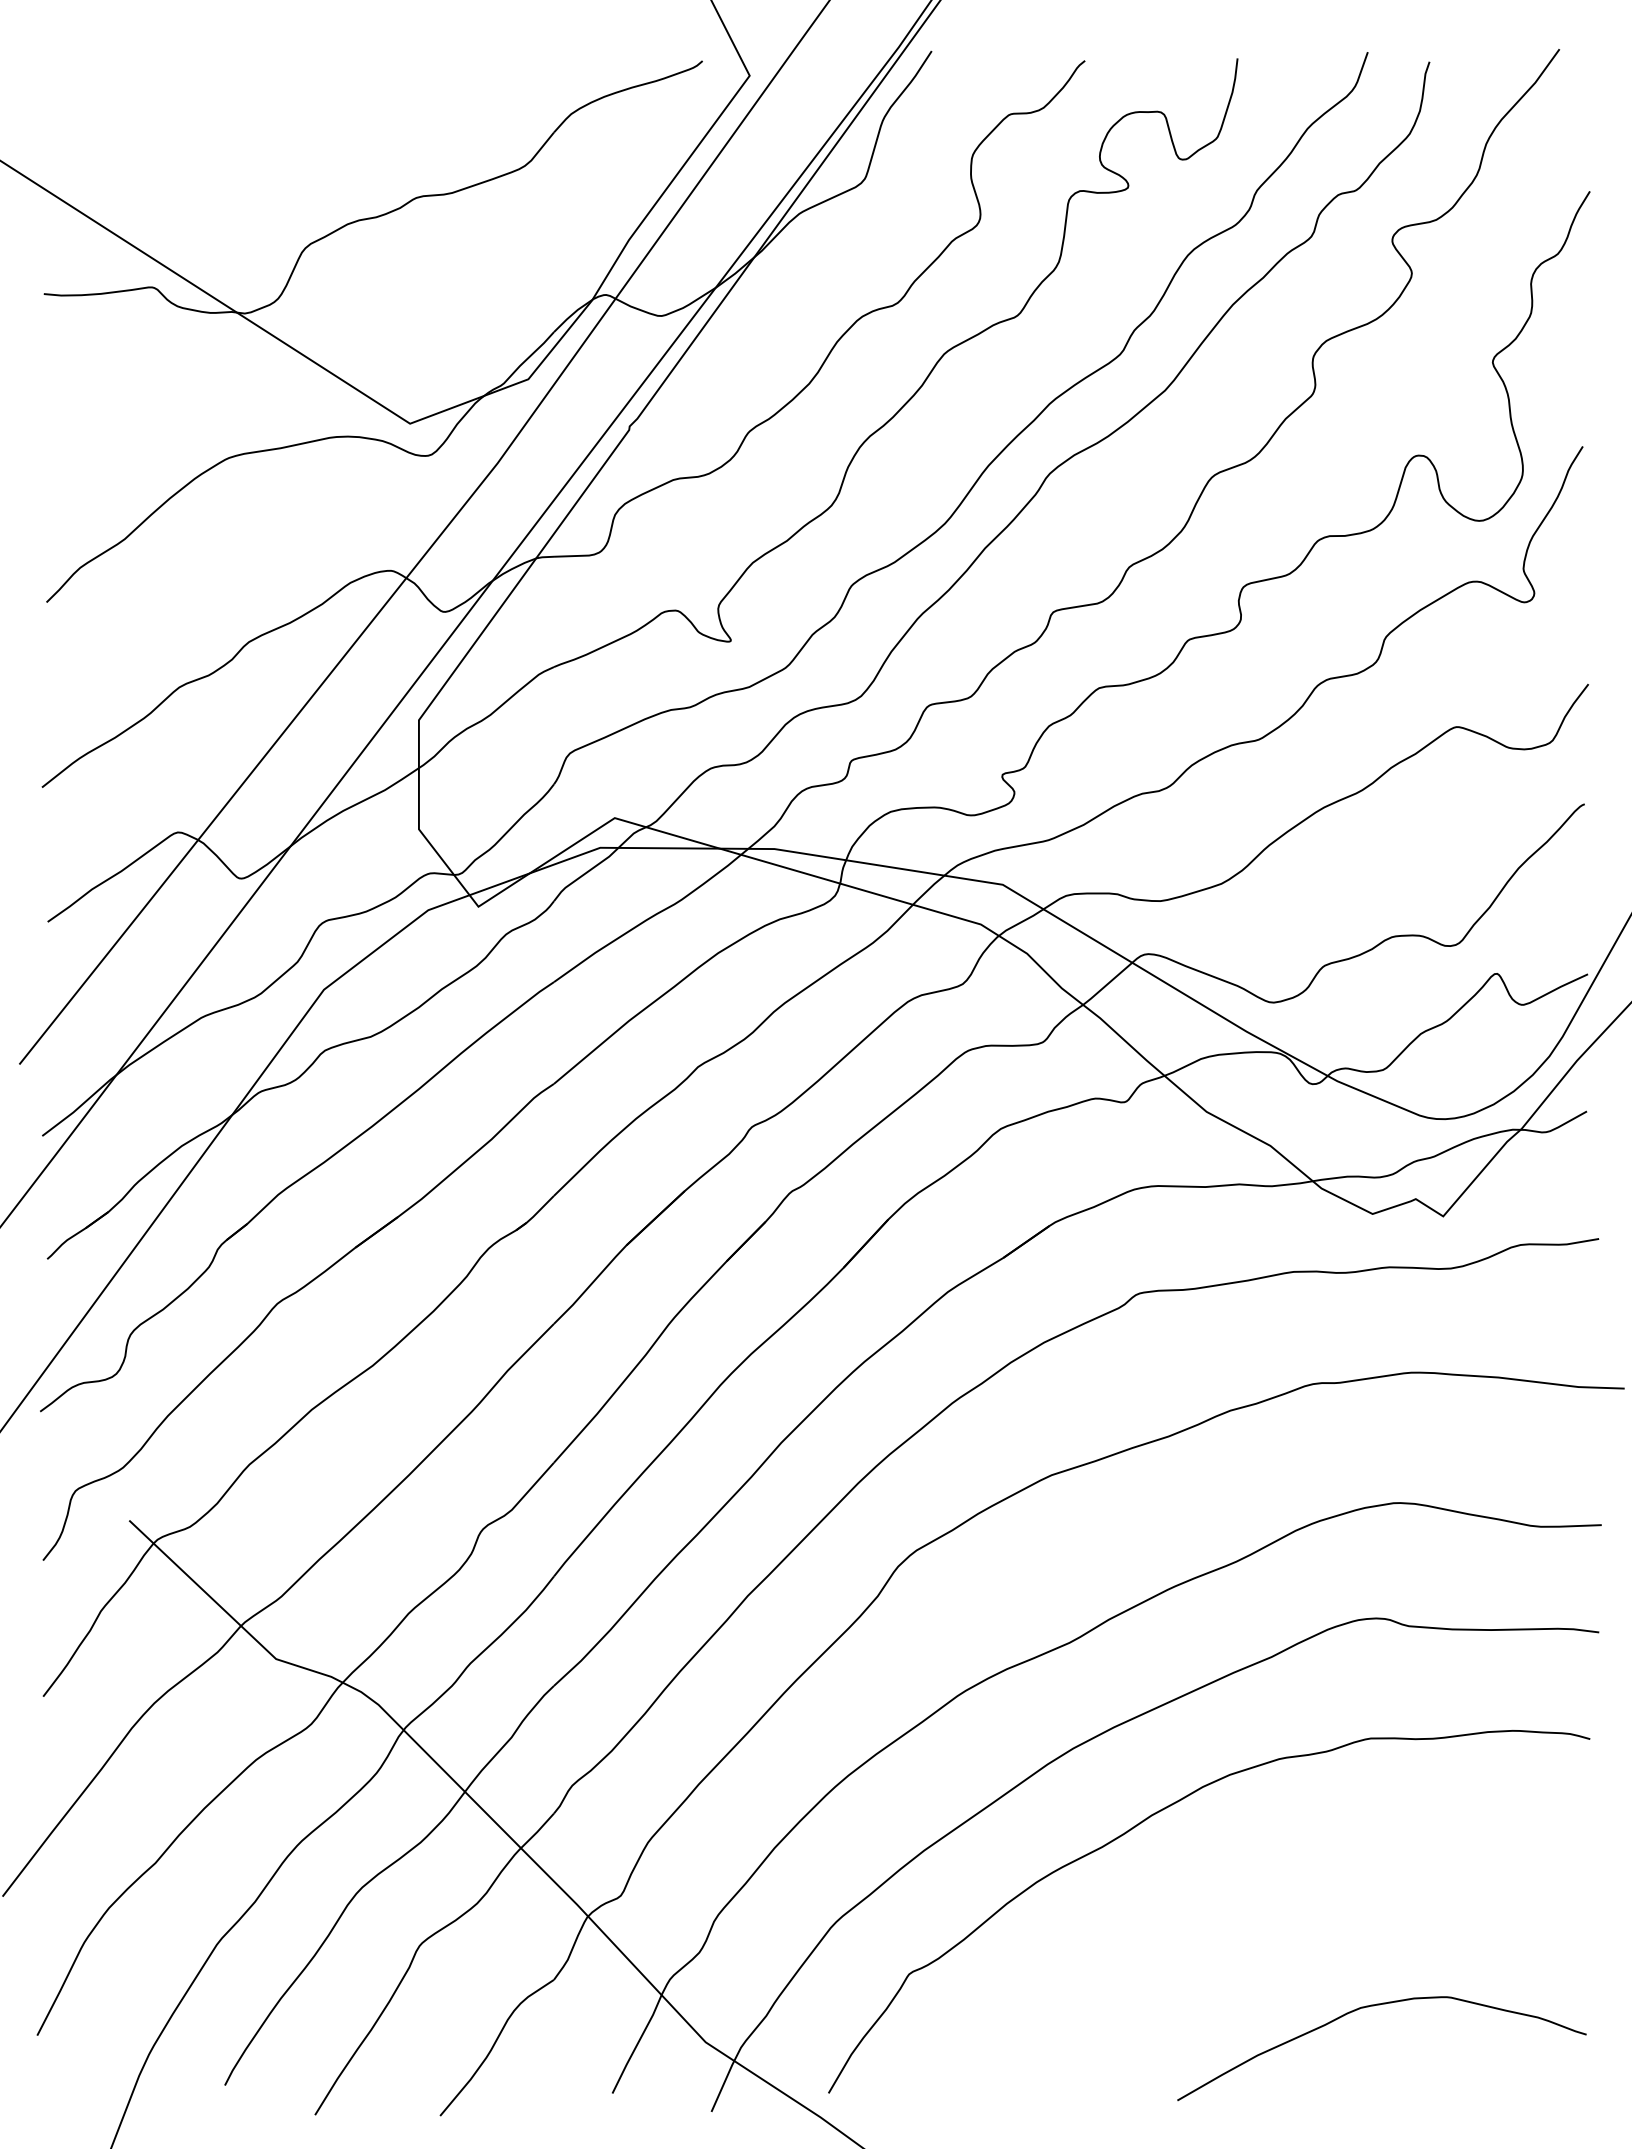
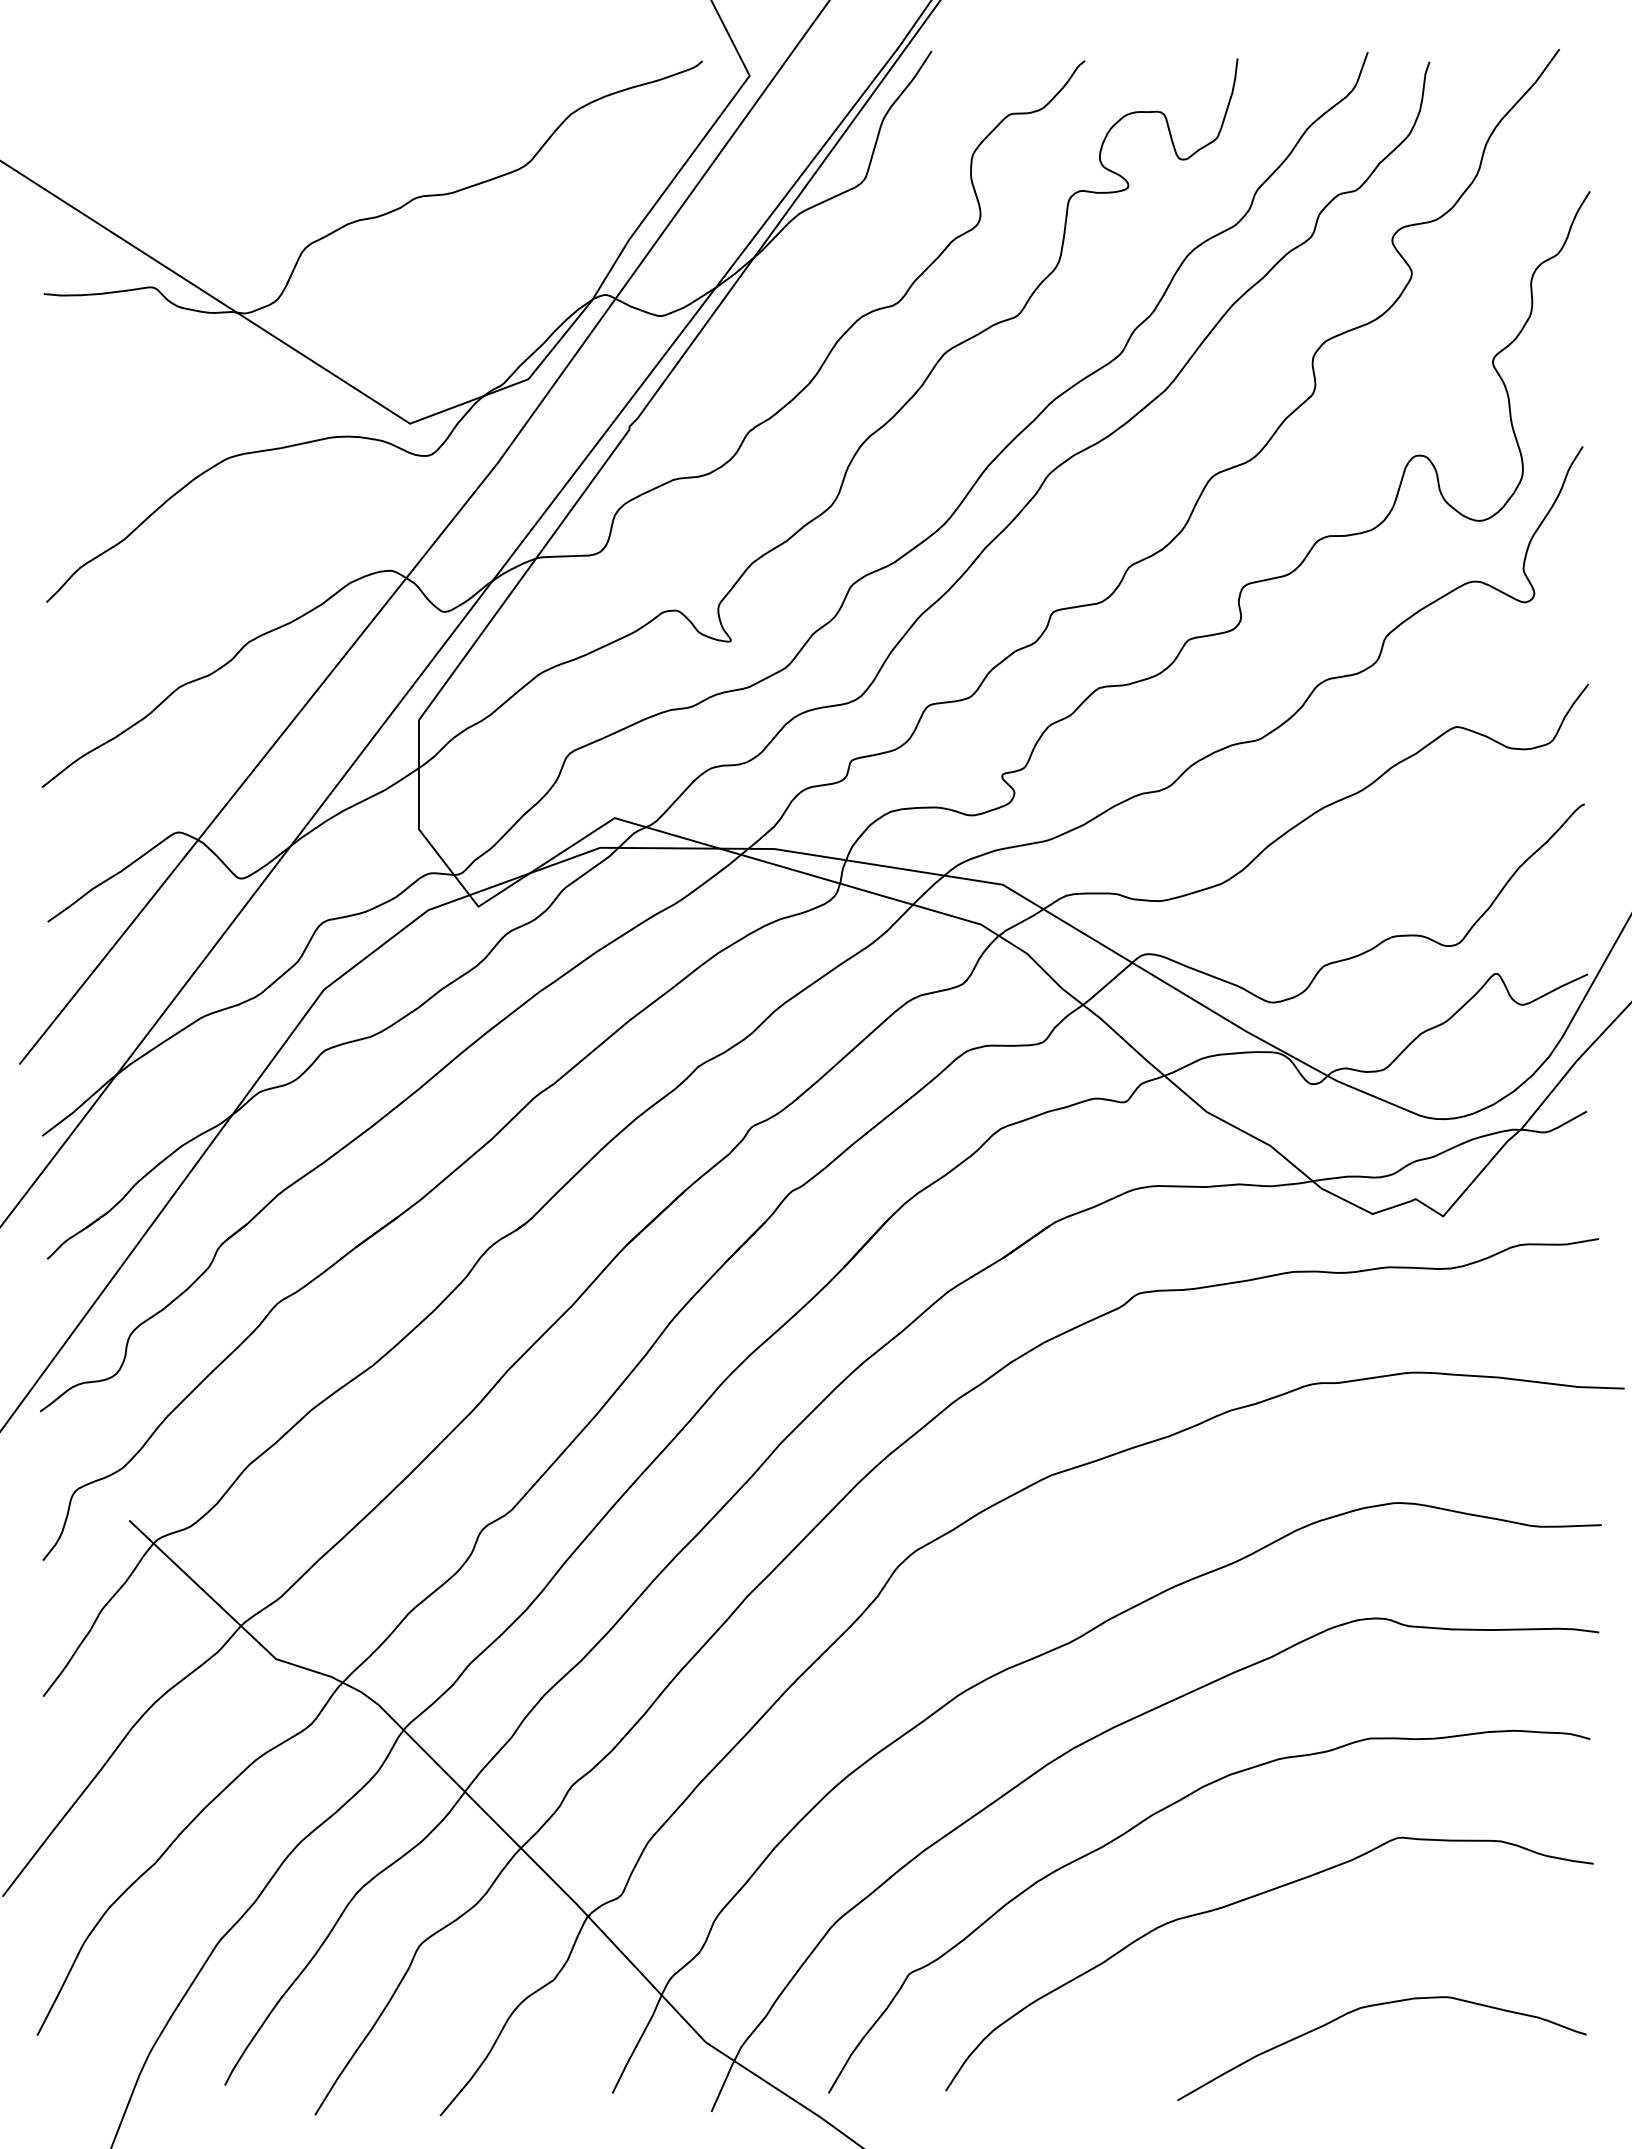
curve at (1248, 1899): none -> present
